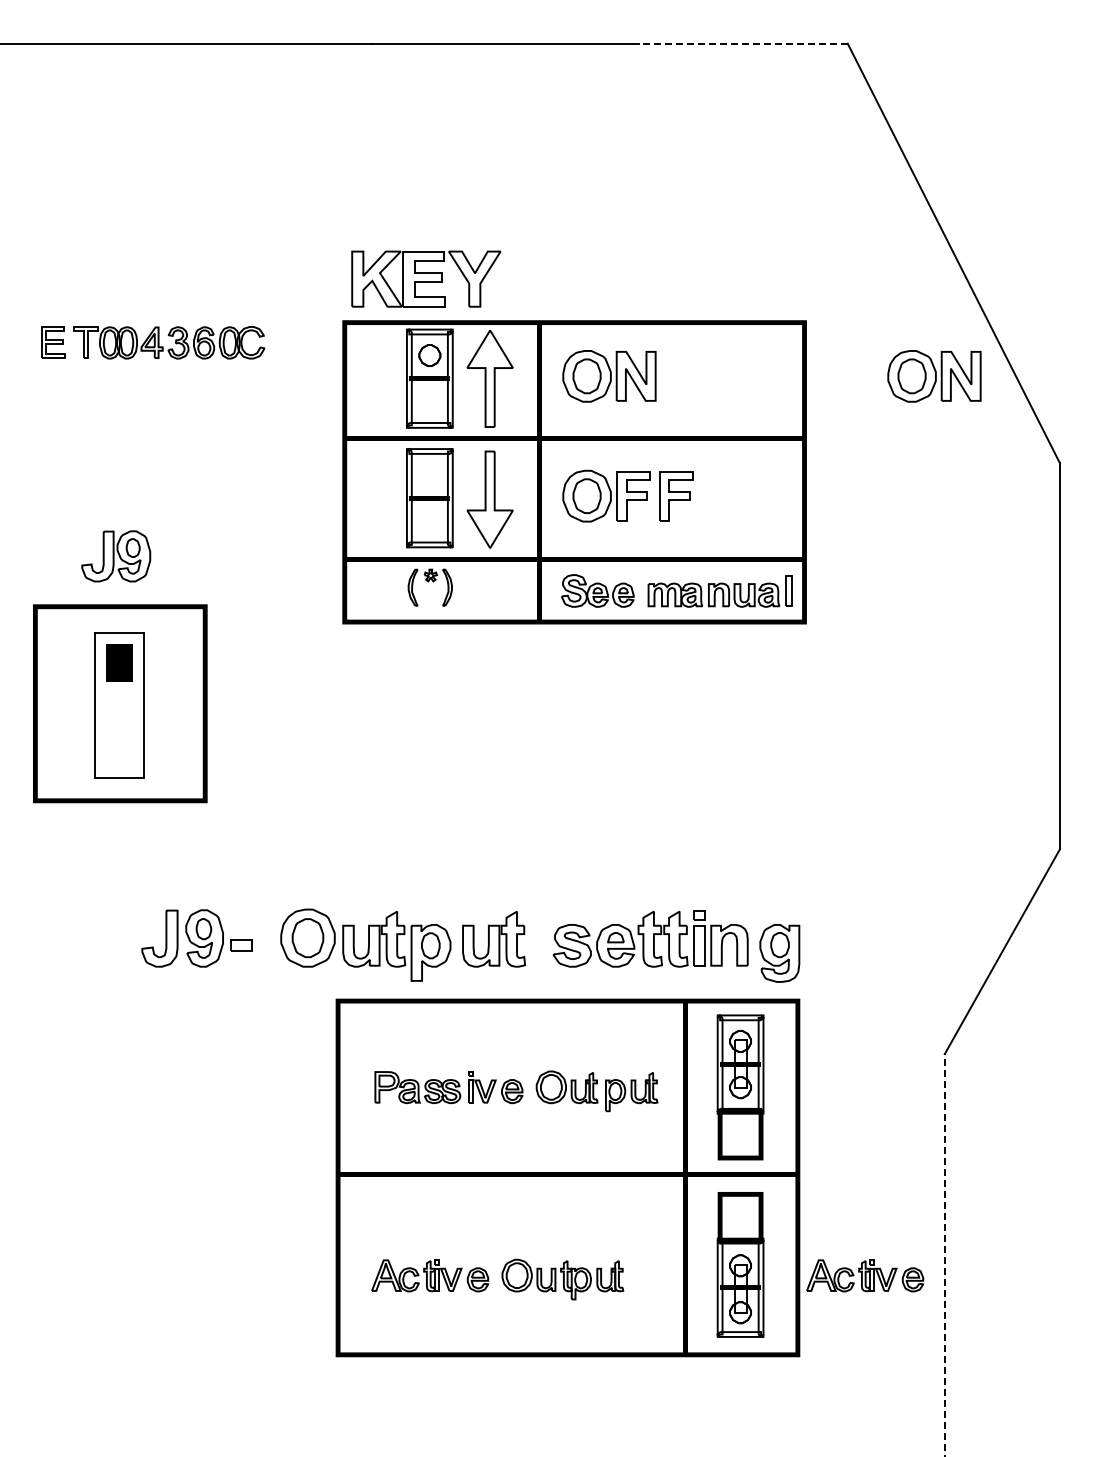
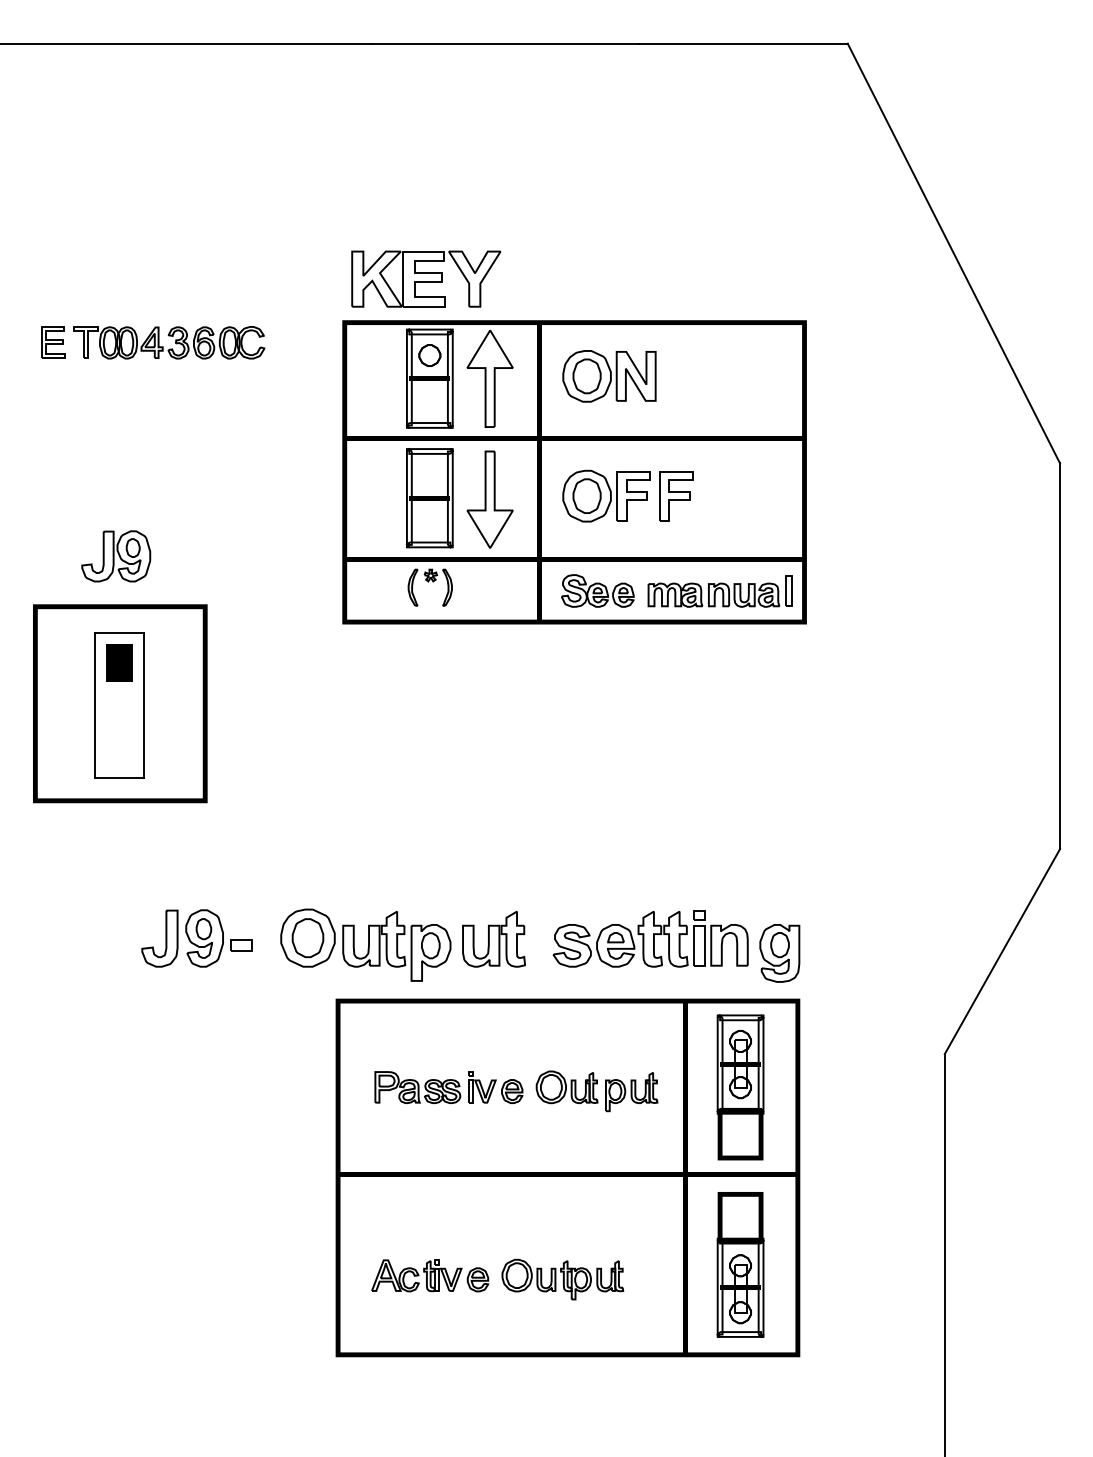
line at (742, 43): dashed -> solid
part at (934, 376): present -> none
line at (944, 1255): dashed -> solid
part at (865, 1275): present -> none
